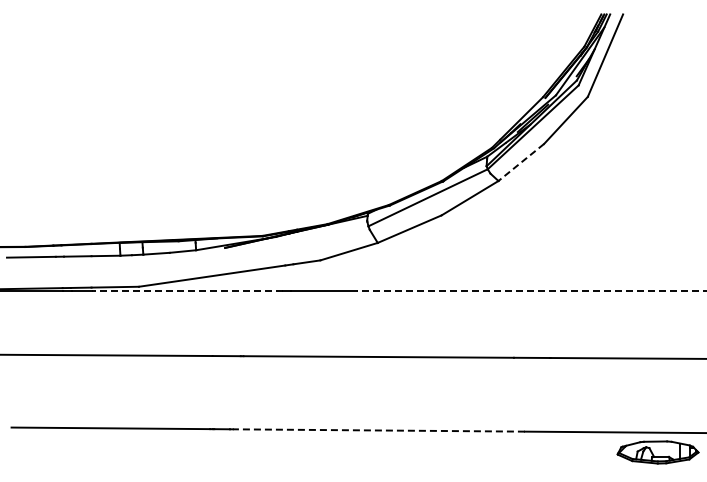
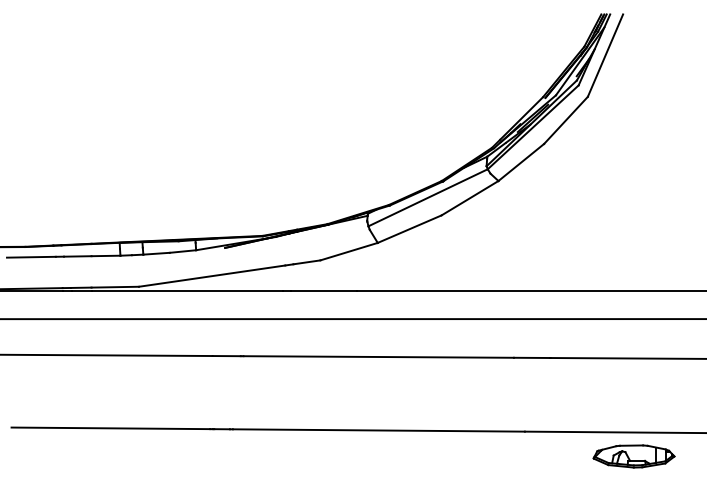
line at (520, 162): dashed -> solid
line at (187, 291): dashed -> solid
line at (531, 291): dashed -> solid
line at (352, 319): none -> present
line at (378, 430): dashed -> solid
part at (657, 452) position: (657, 452) -> (633, 456)
